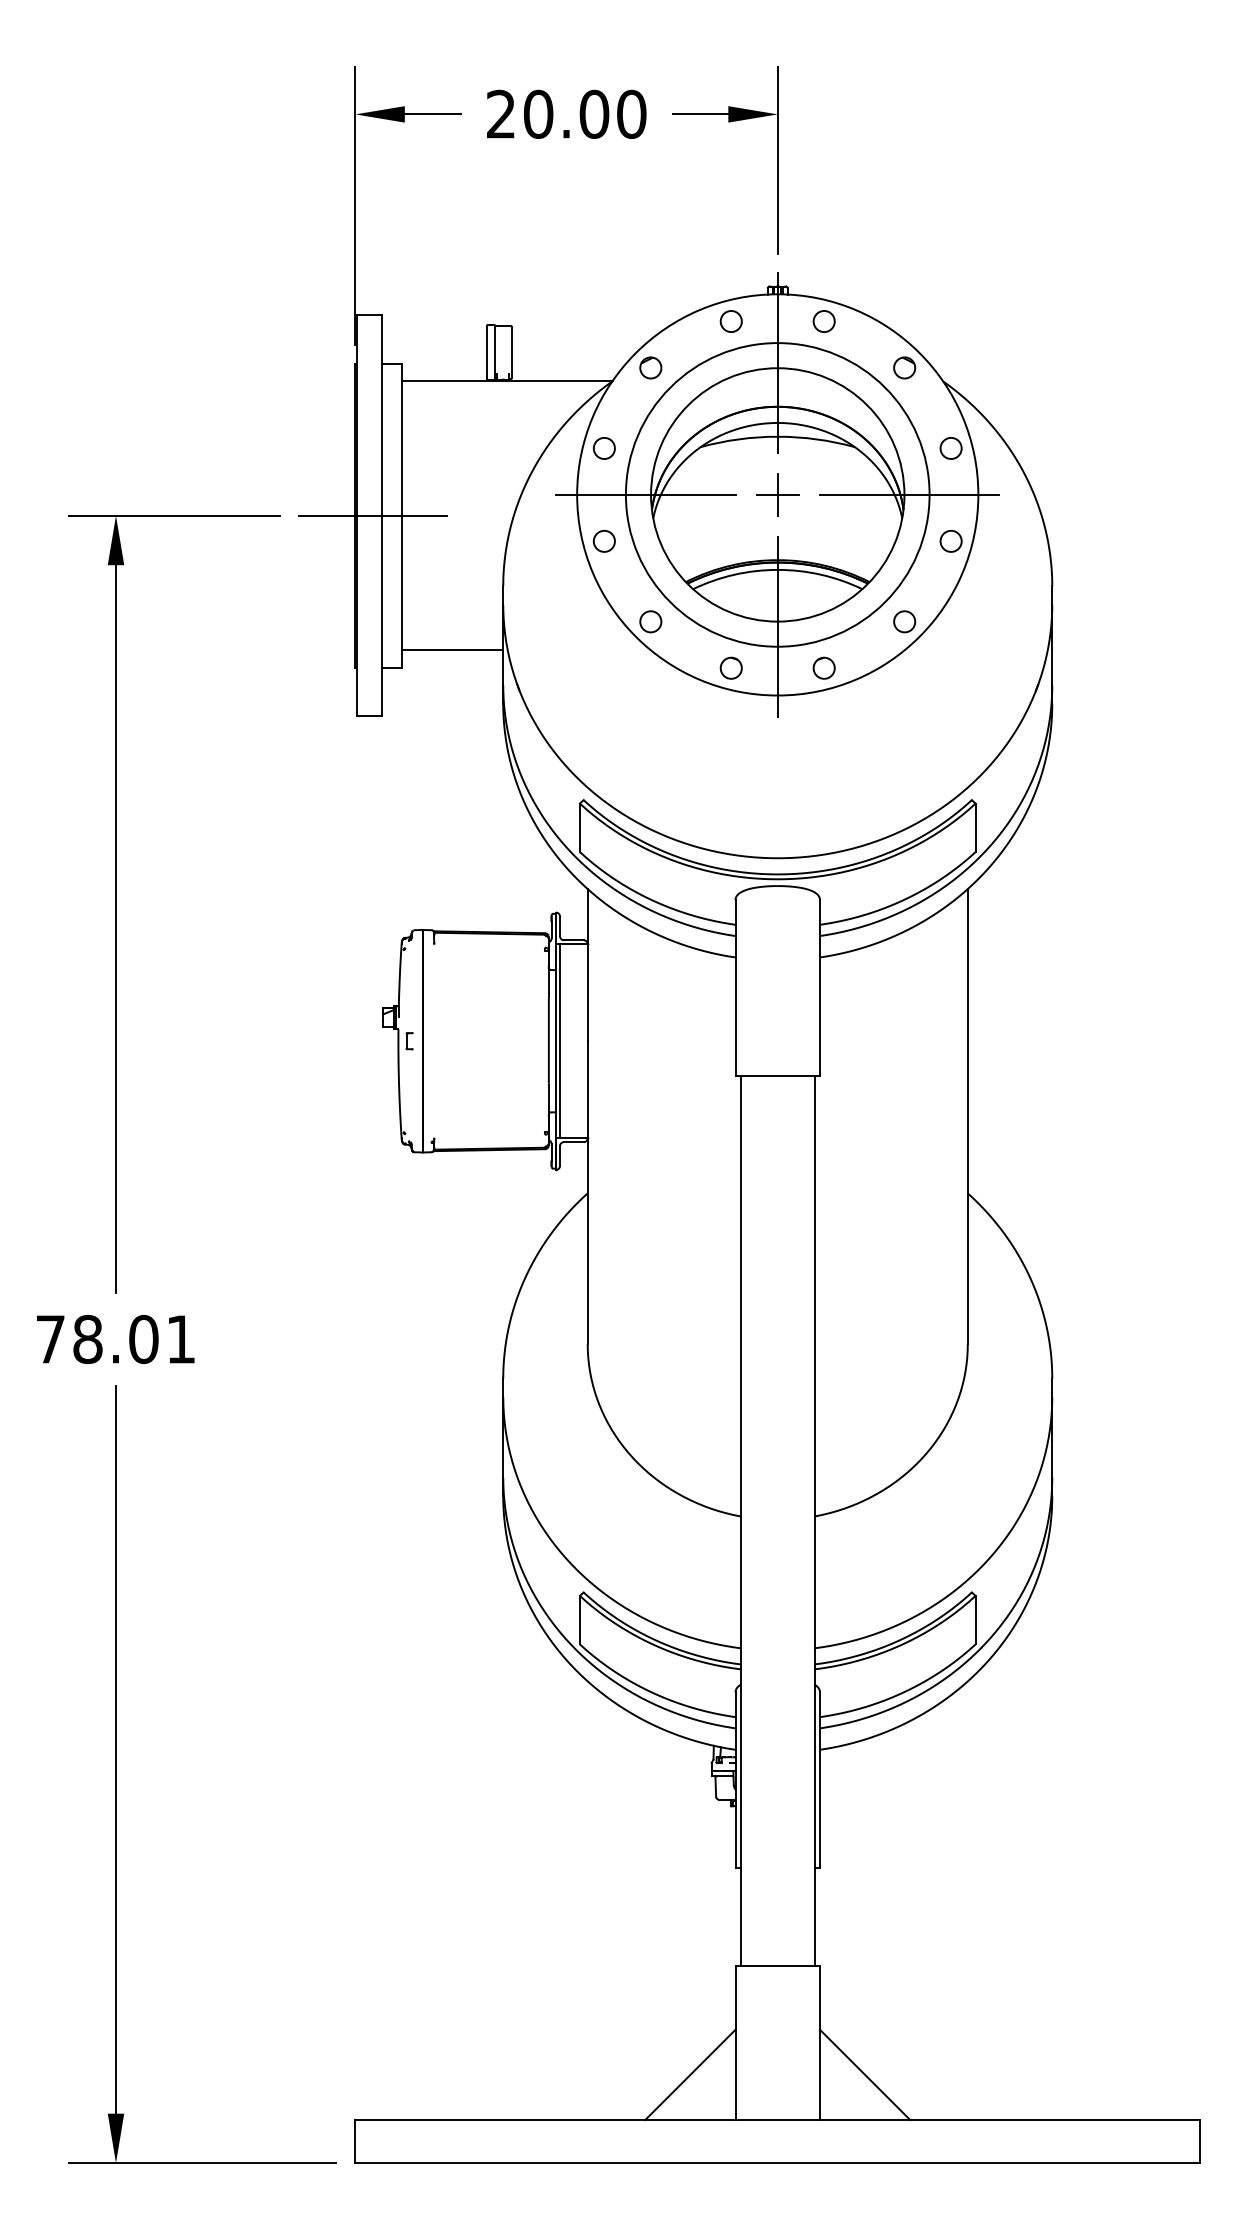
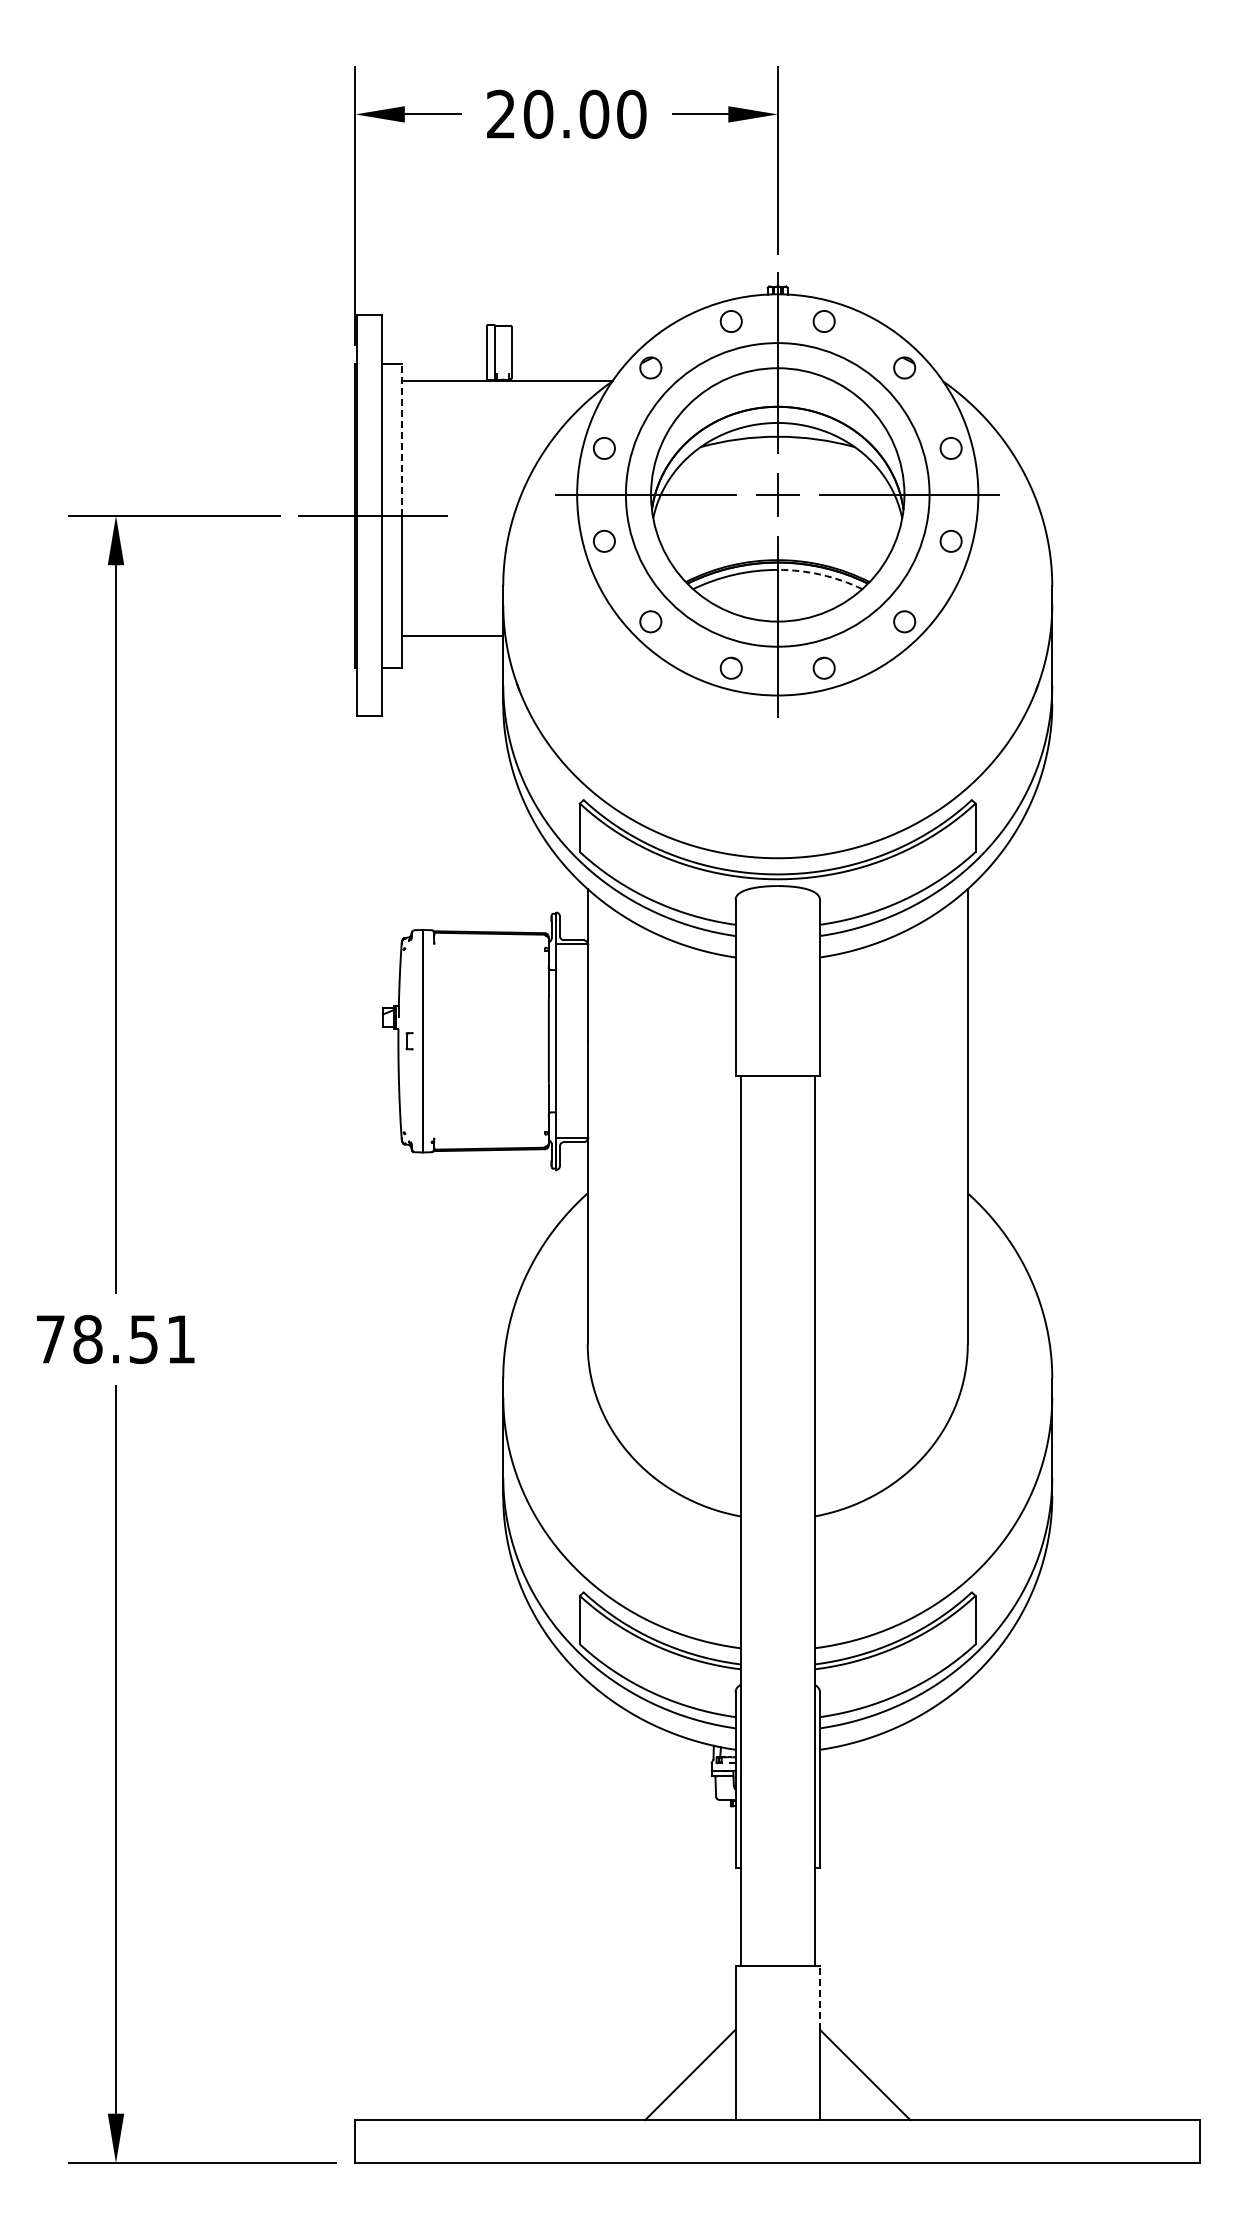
line at (401, 439): solid -> dashed
arc at (821, 574): solid -> dashed
line at (452, 650) position: (452, 650) -> (452, 636)
line at (560, 1041): present -> none
text at (143, 1339): 78.01 -> 78.51
line at (819, 1998): solid -> dashed
